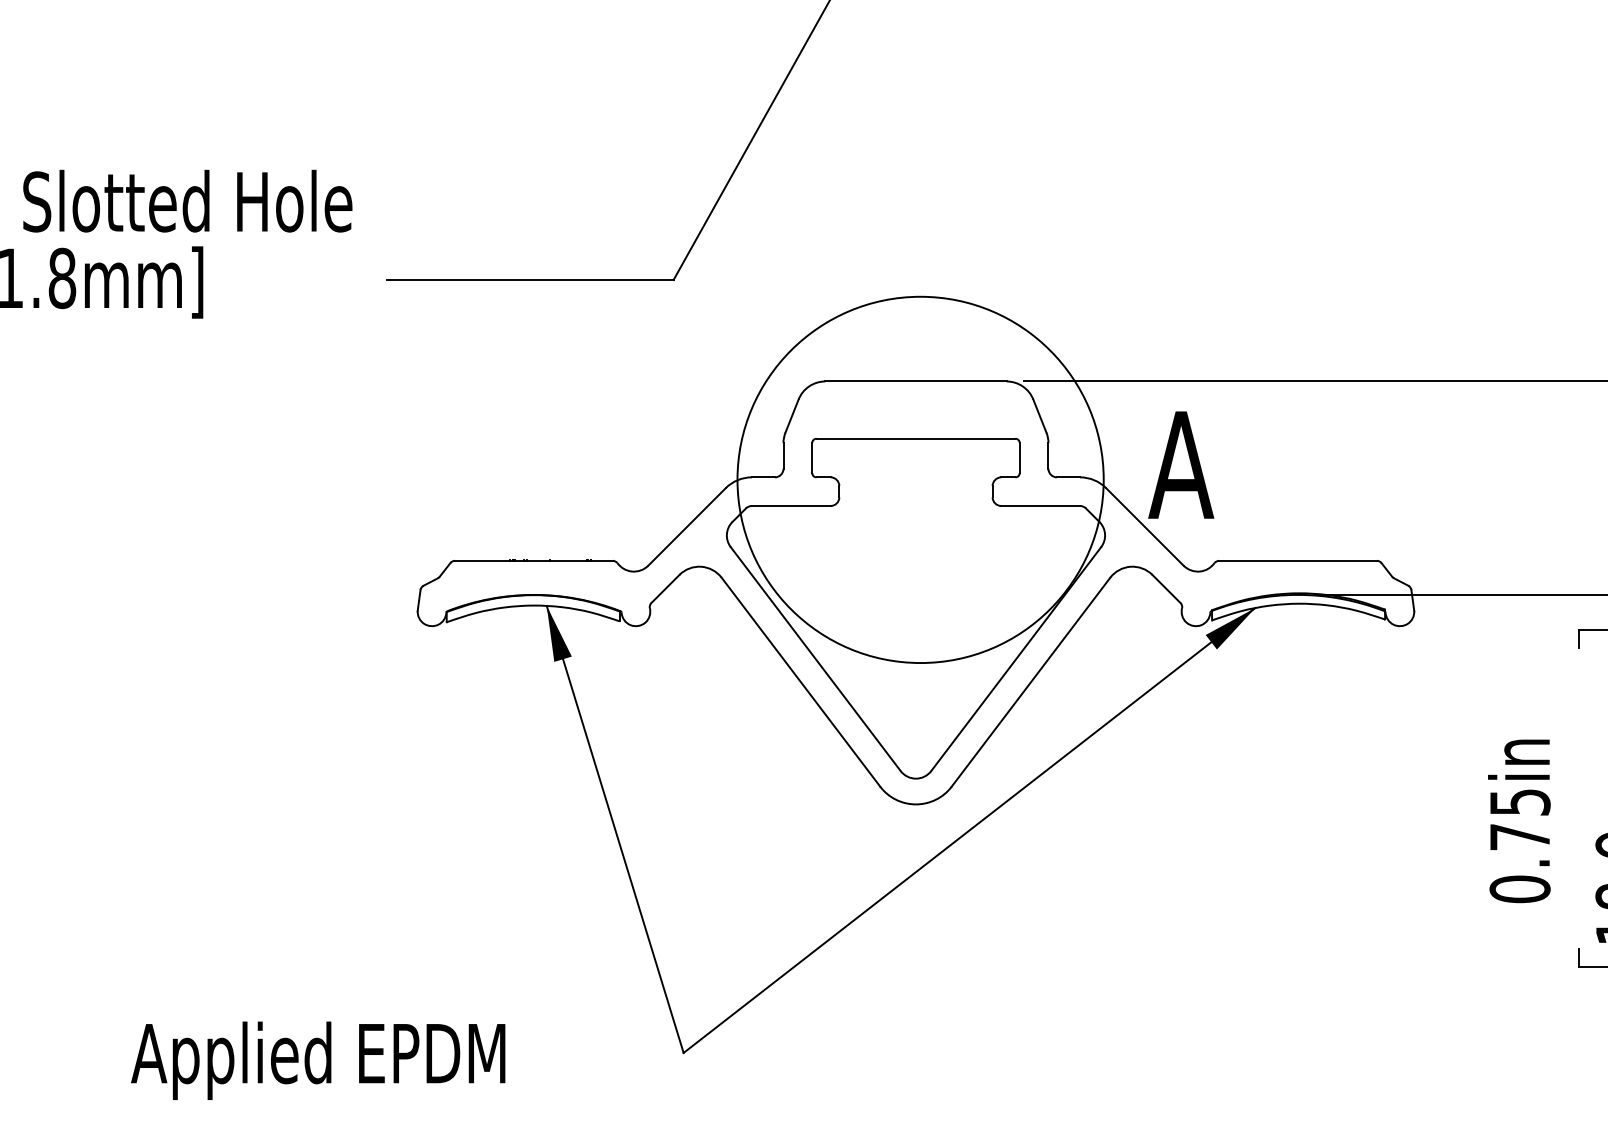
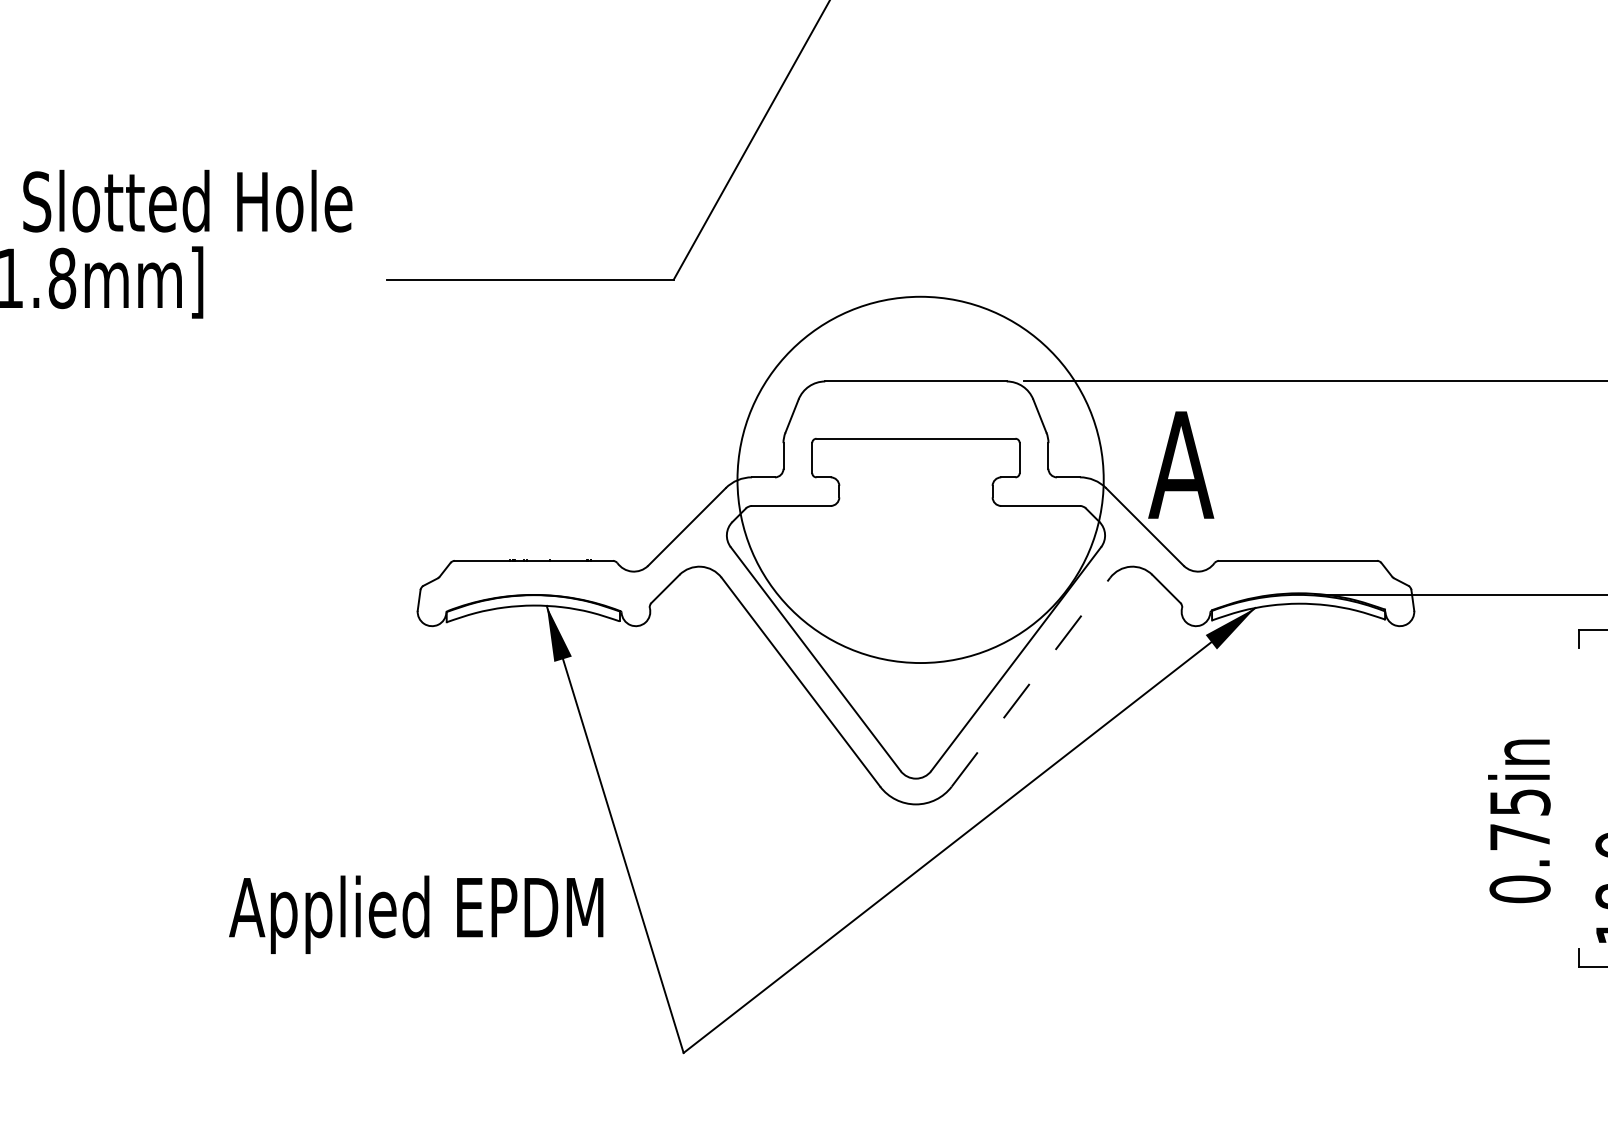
line at (1031, 681): solid -> dashed
text at (318, 1060) position: (318, 1060) -> (416, 914)
